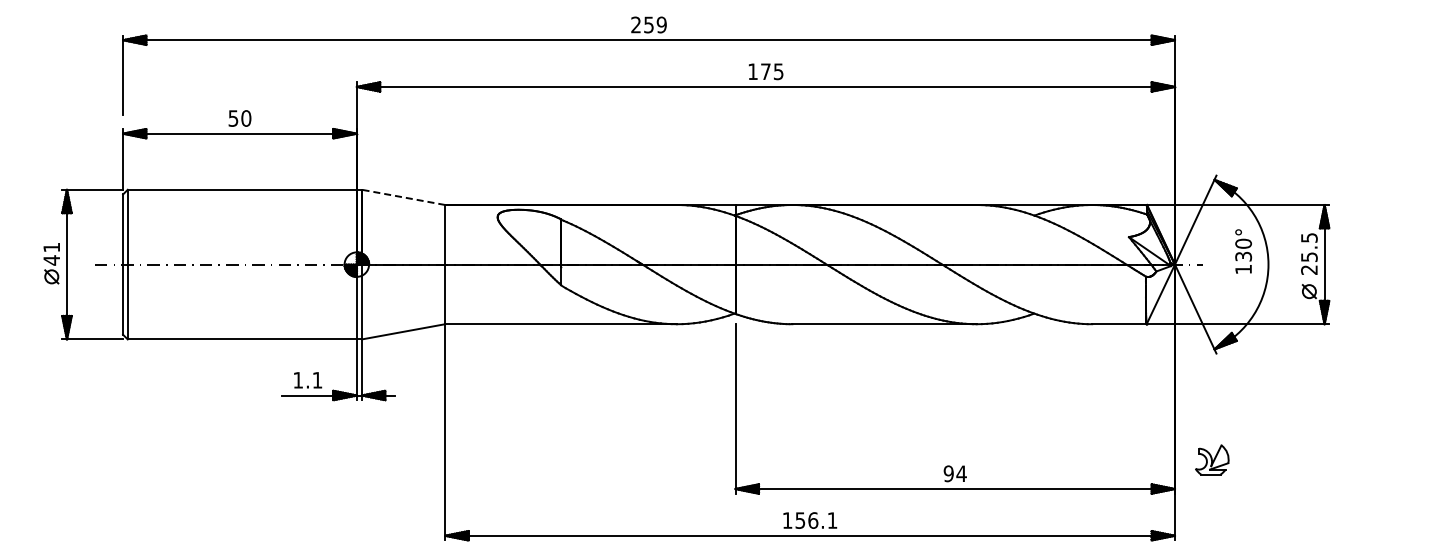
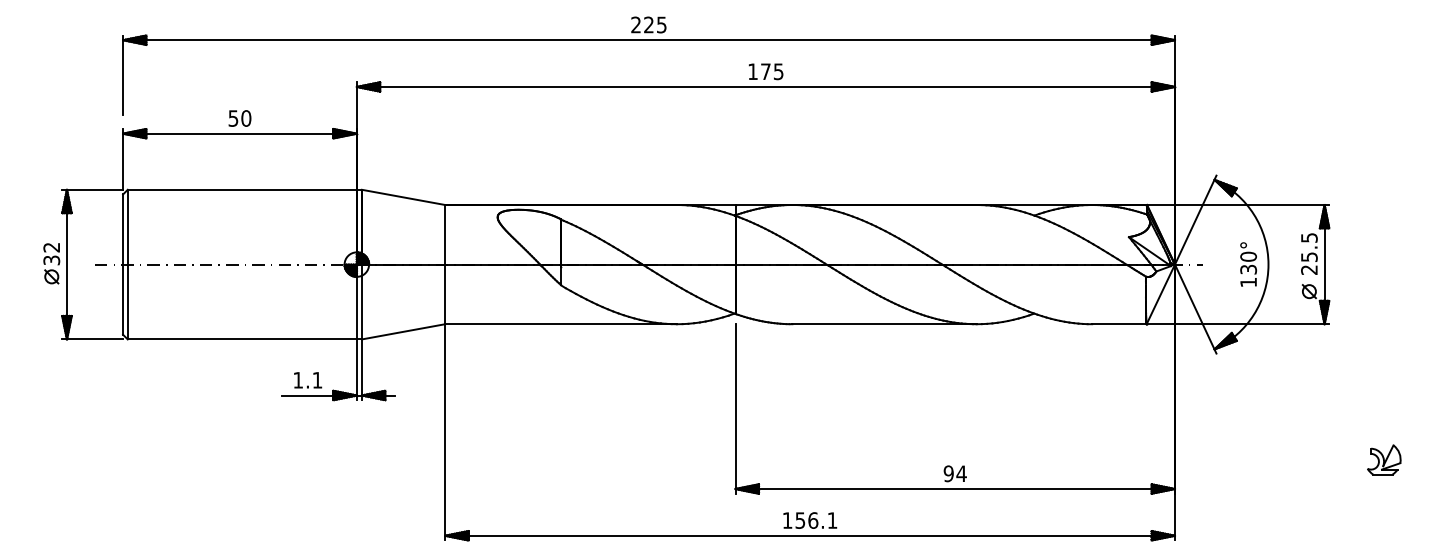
text at (655, 24): 259 -> 225
line at (403, 197): dashed -> solid
text at (1243, 251) position: (1243, 251) -> (1248, 264)
text at (51, 254): 41 -> 32
part at (1212, 459) position: (1212, 459) -> (1384, 459)
